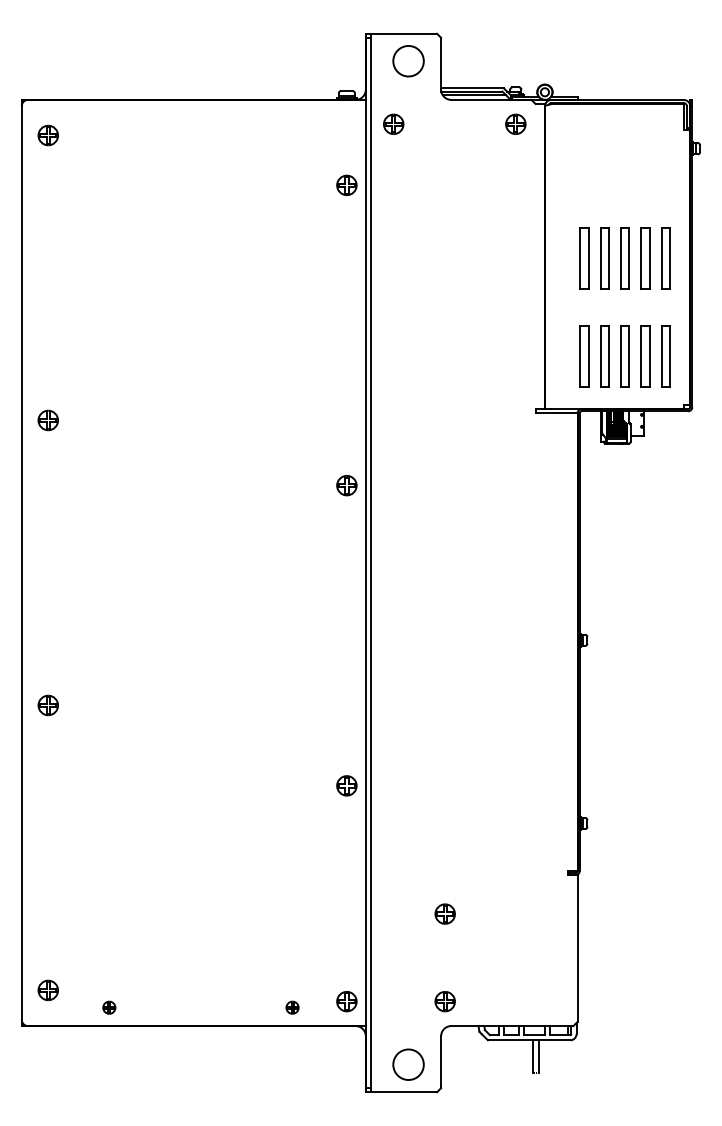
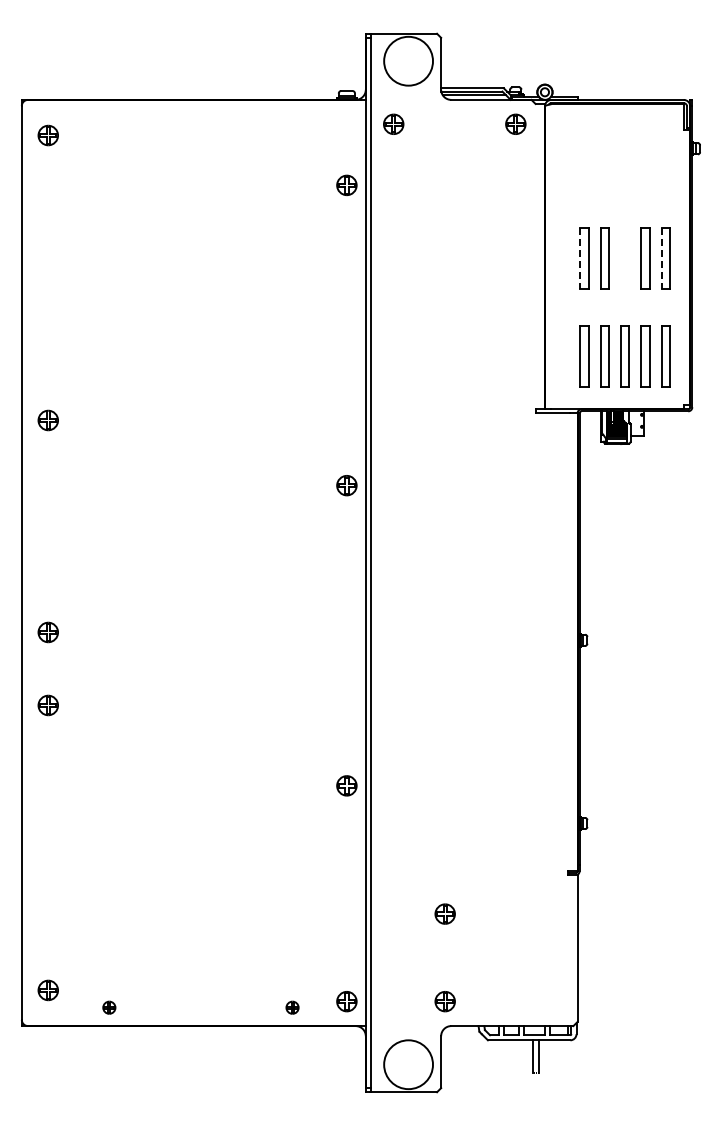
circle at (408, 60) diameter: 31 px -> 49 px
line at (580, 258): solid -> dashed
part at (624, 258): present -> none
line at (661, 258): solid -> dashed
part at (47, 632): none -> present
circle at (408, 1064) diameter: 31 px -> 49 px
